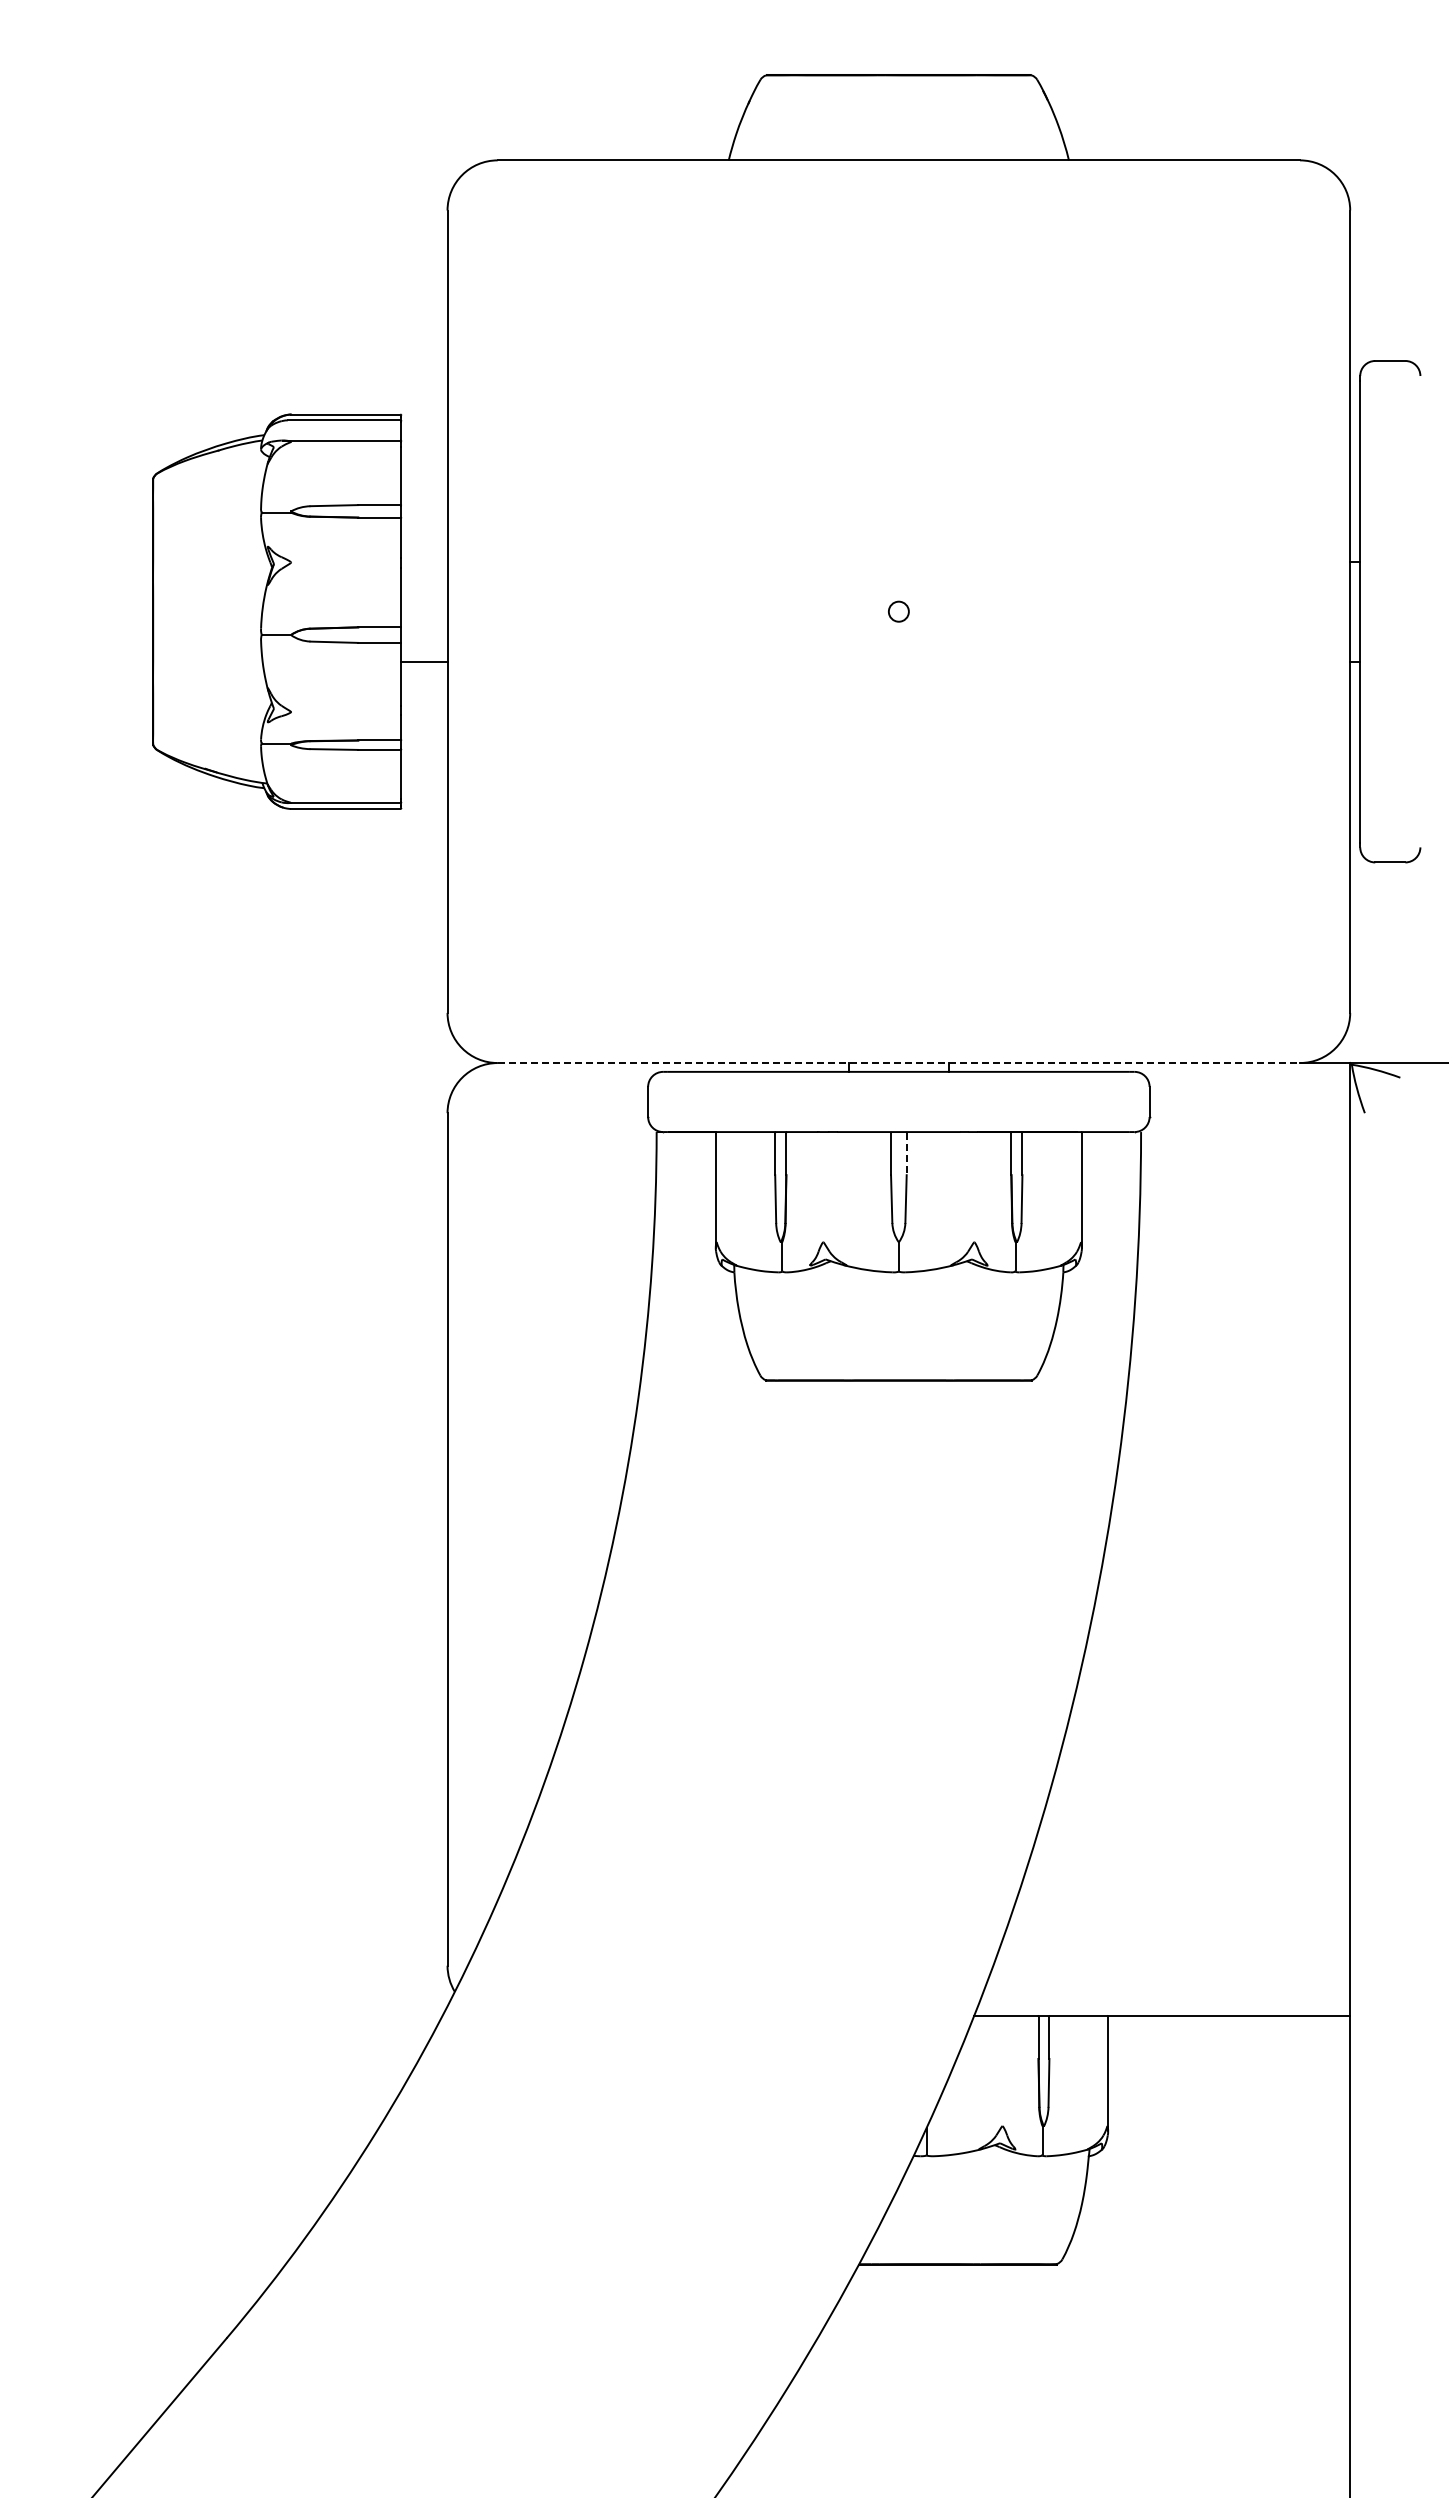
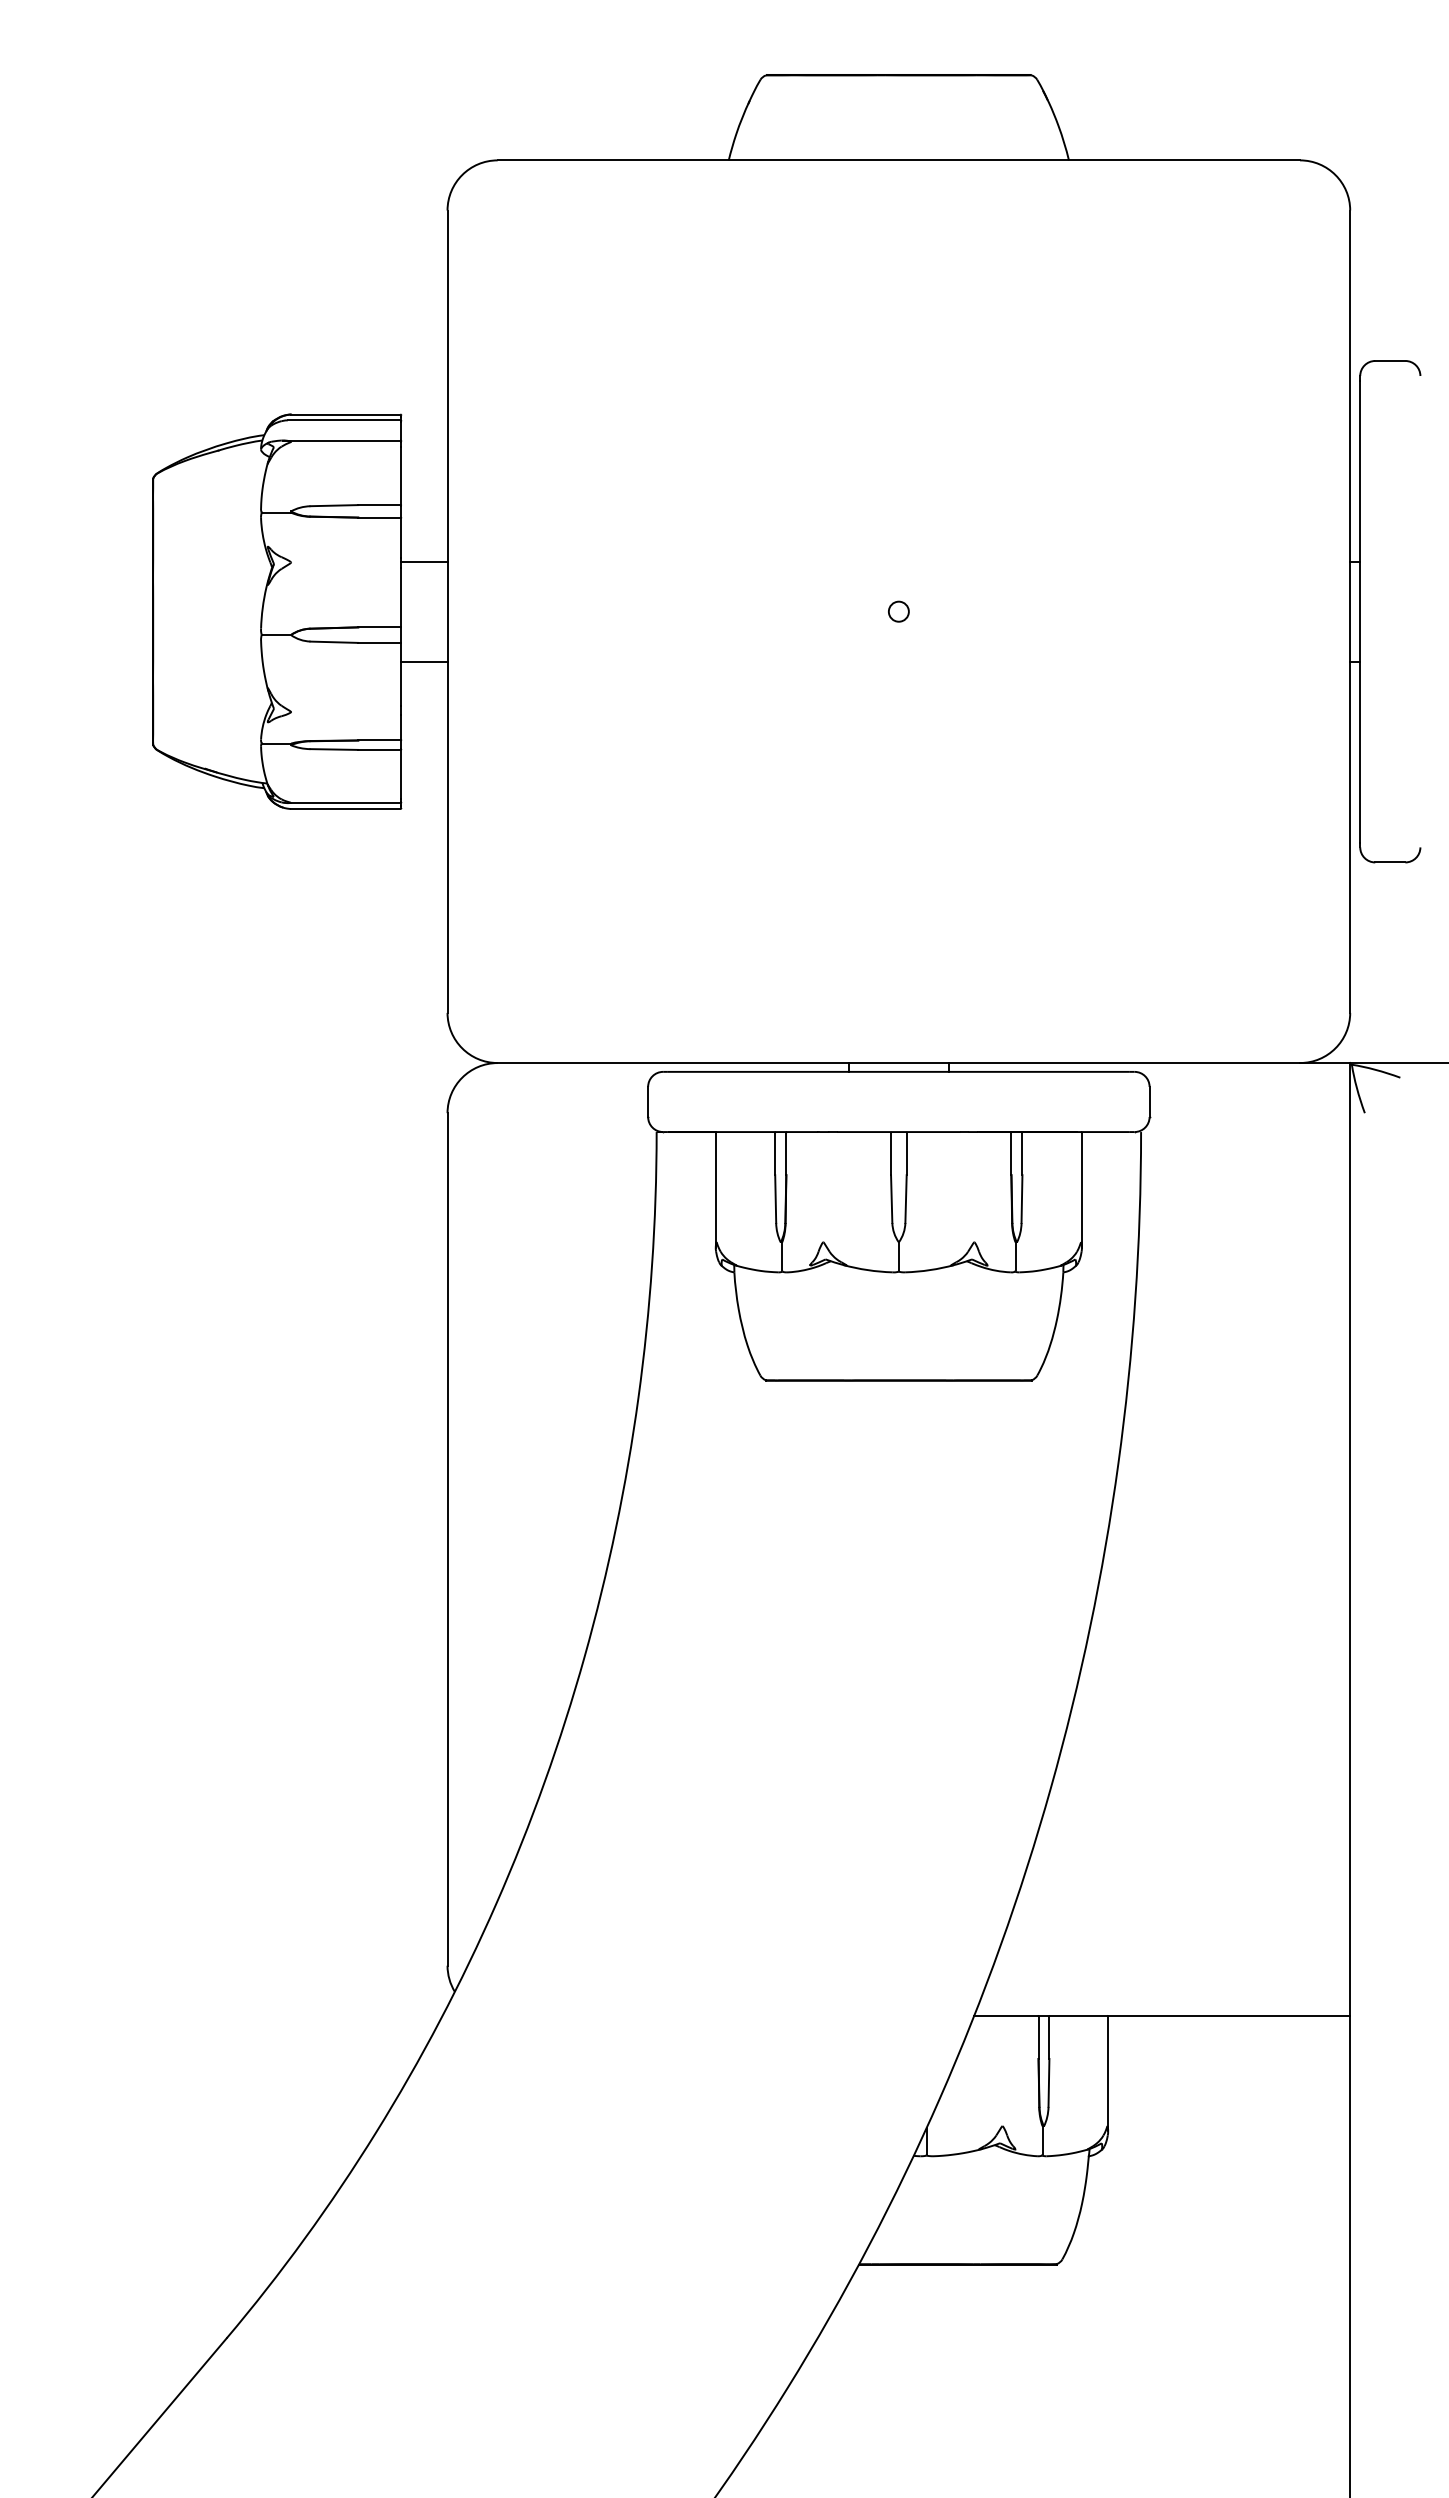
line at (424, 561): none -> present
line at (899, 1063): dashed -> solid
line at (906, 1154): dashed -> solid
